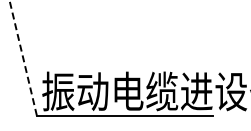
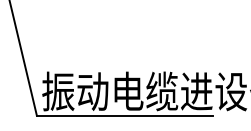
line at (23, 57): dashed -> solid
